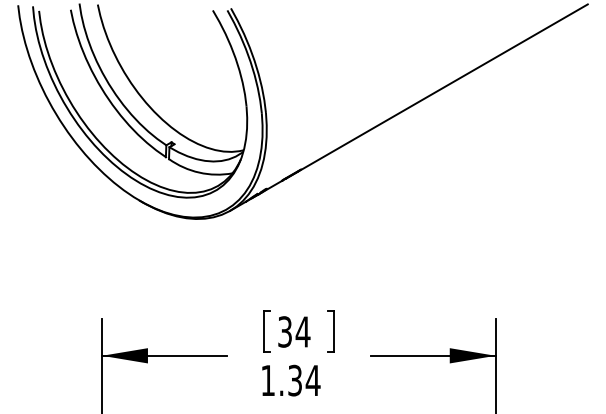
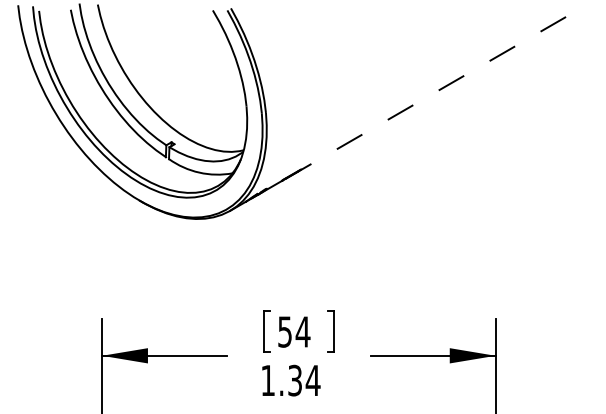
line at (437, 91): solid -> dashed
text at (284, 331): 34 -> 54
